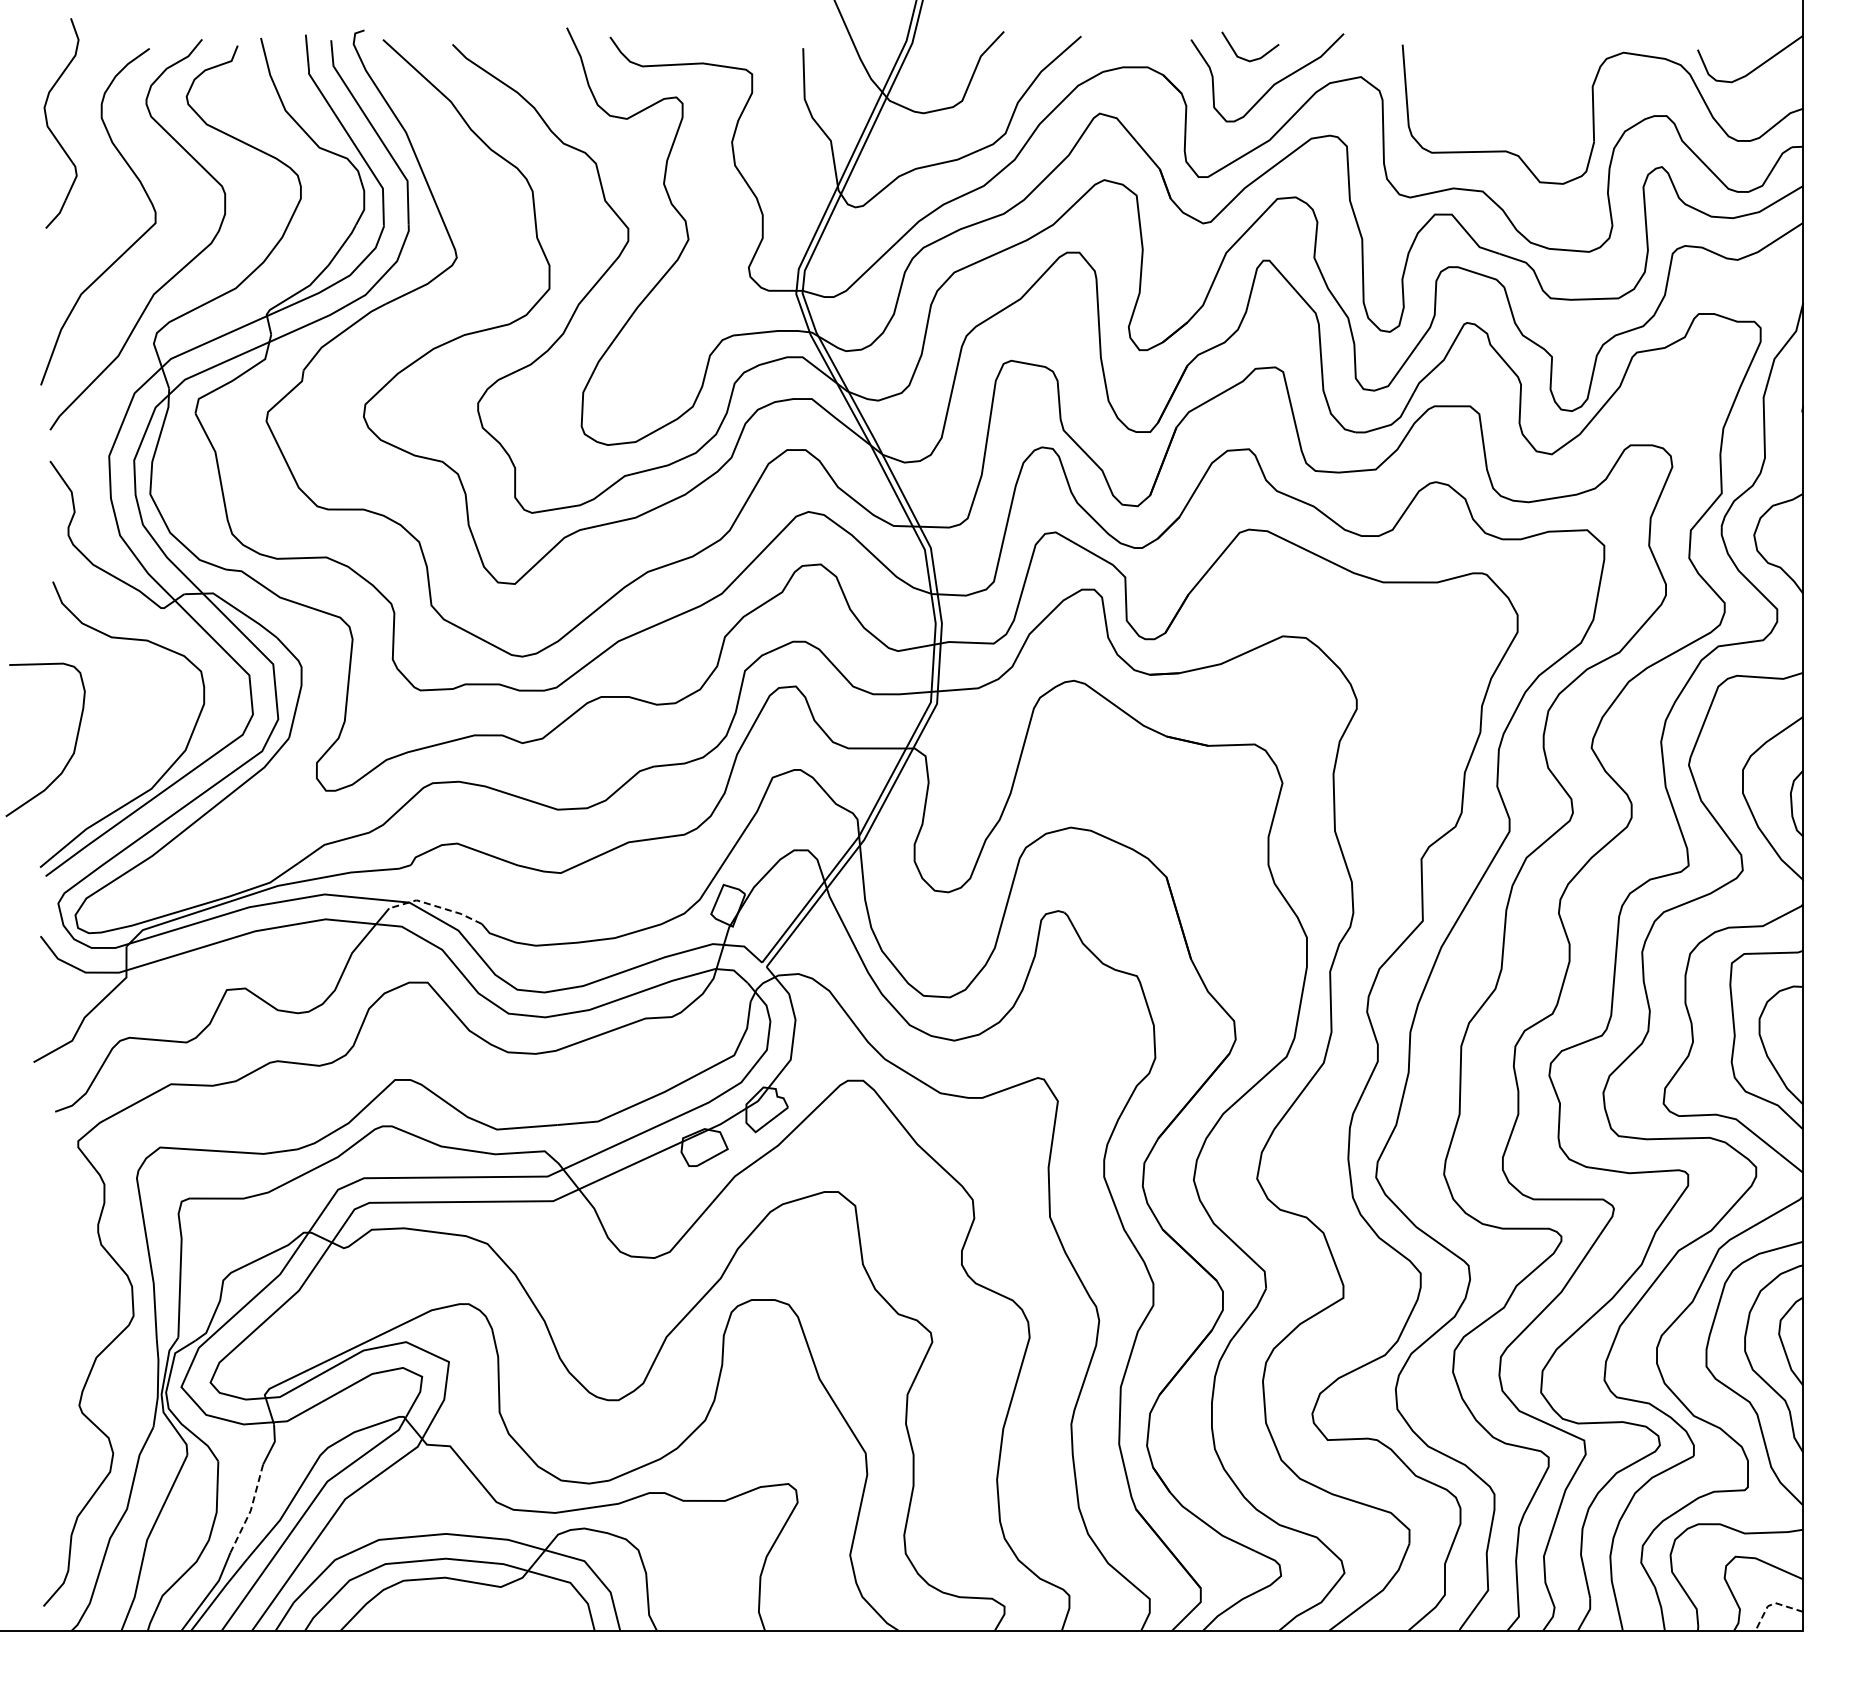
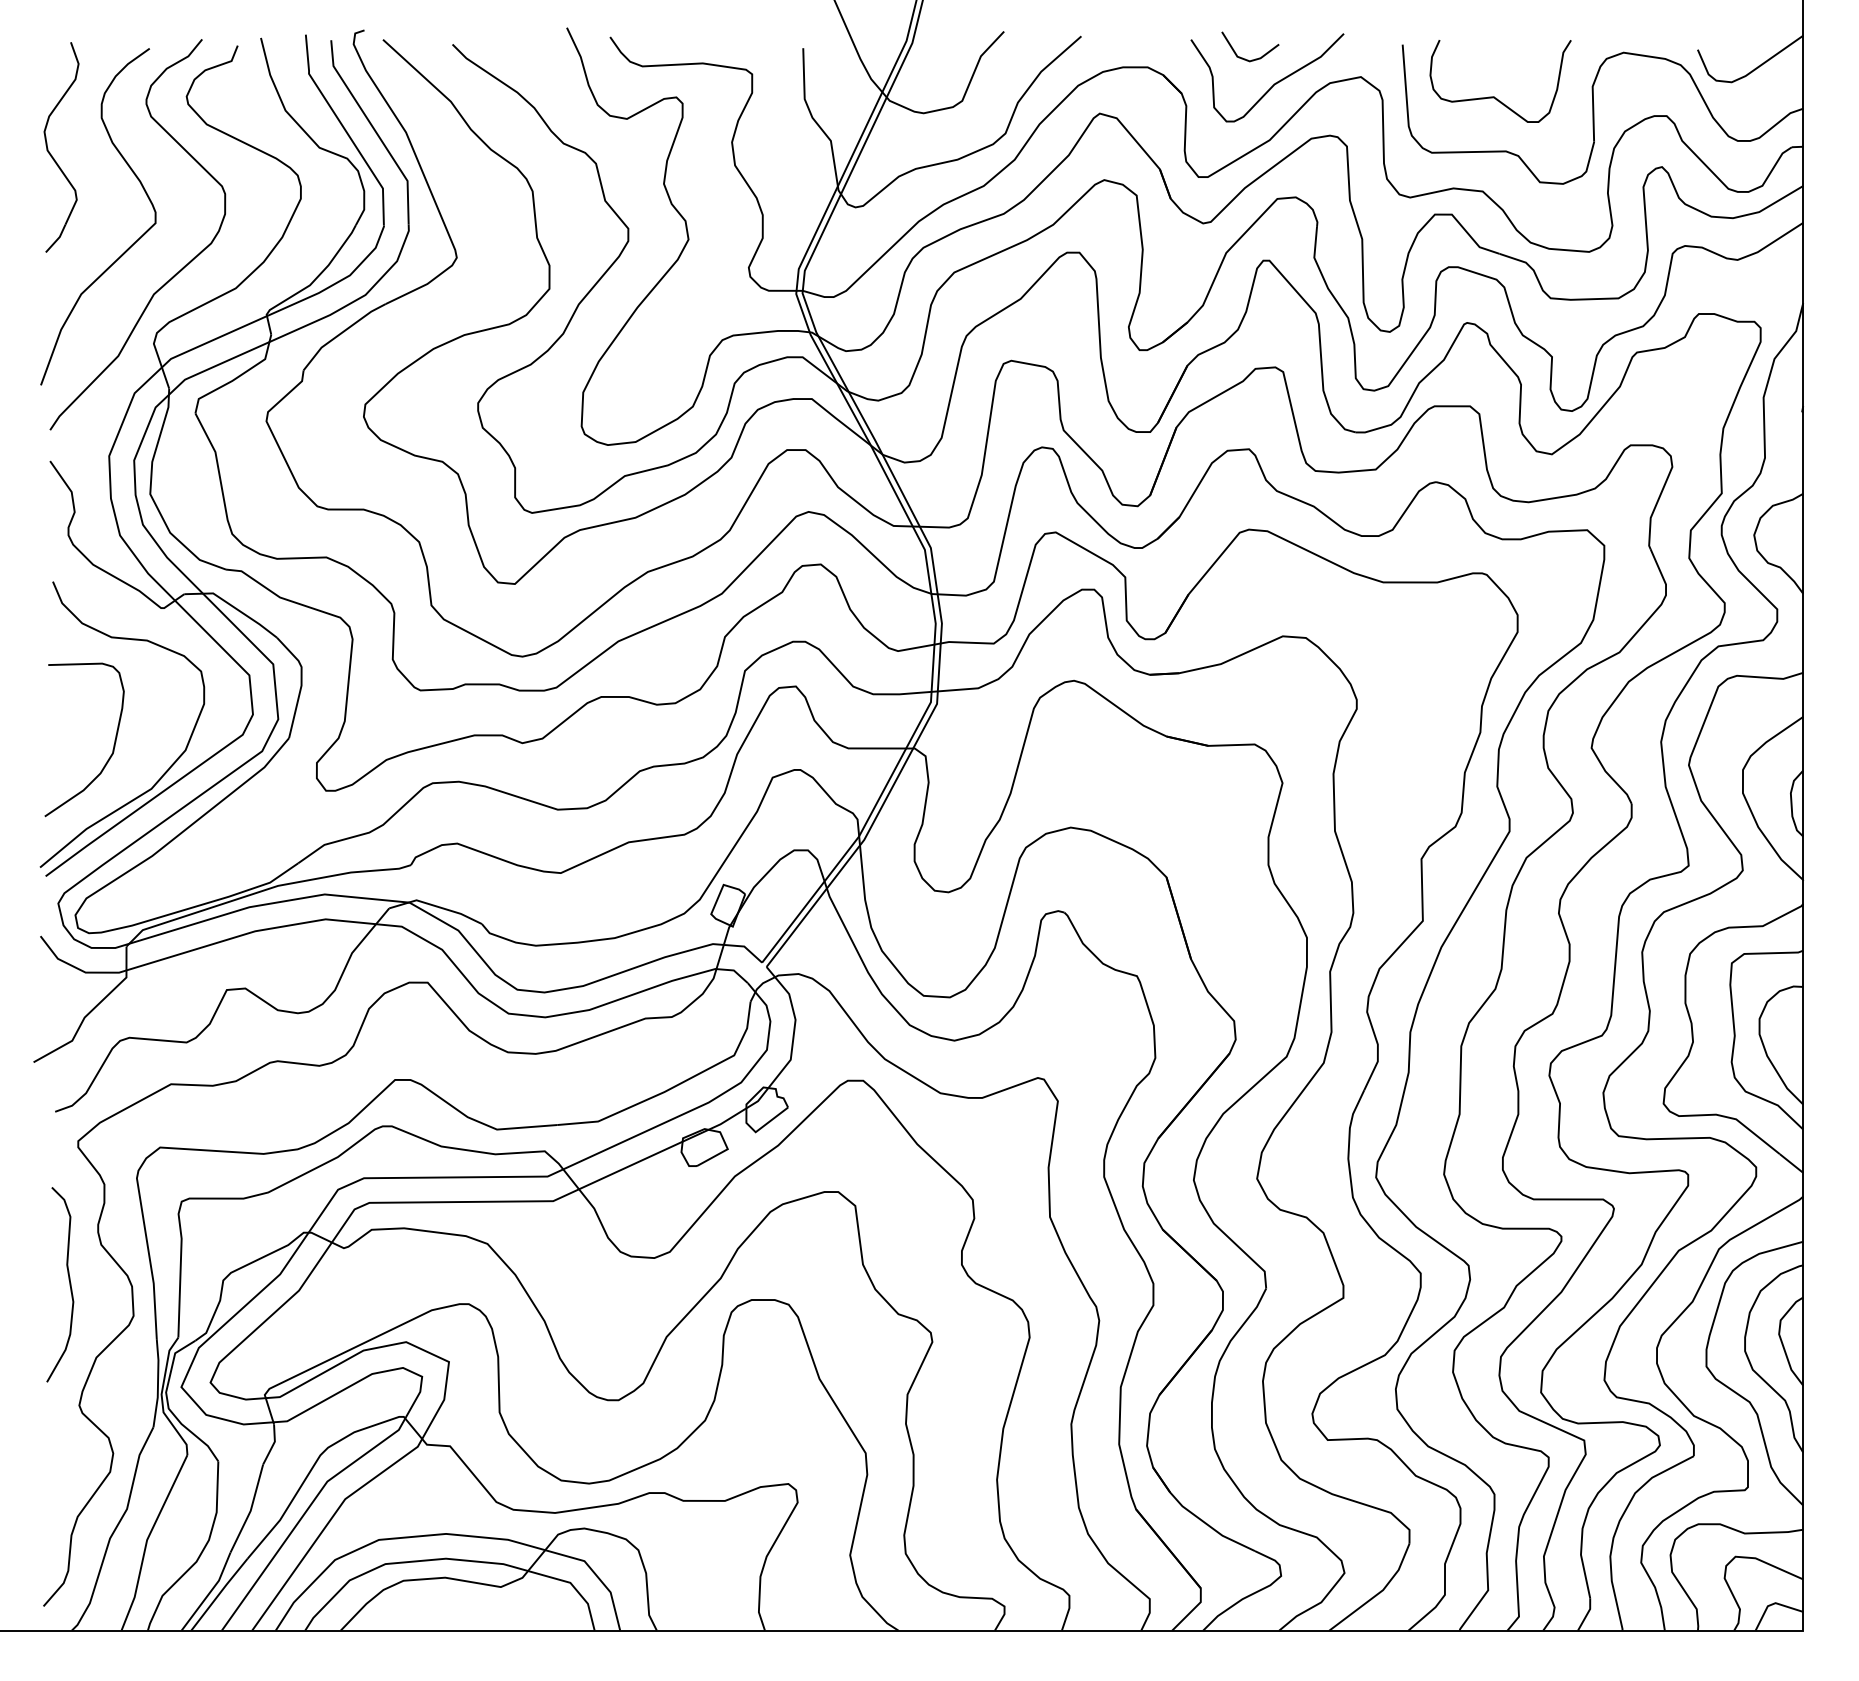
curve at (1494, 96): none -> present
part at (52, 131) position: (52, 131) -> (52, 155)
curve at (74, 744) position: (74, 744) -> (113, 744)
line at (436, 906): dashed -> solid
curve at (68, 1280): none -> present
line at (250, 1510): dashed -> solid
line at (1772, 1604): dashed -> solid
